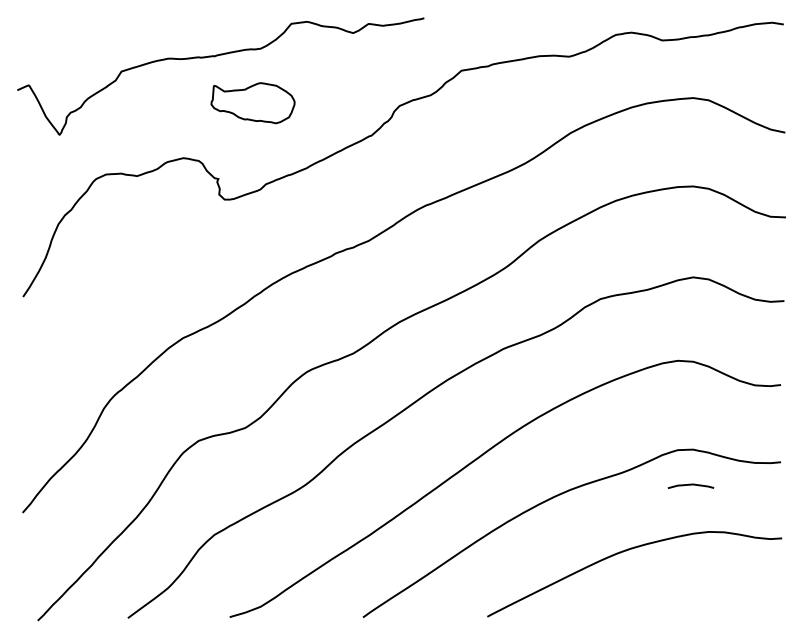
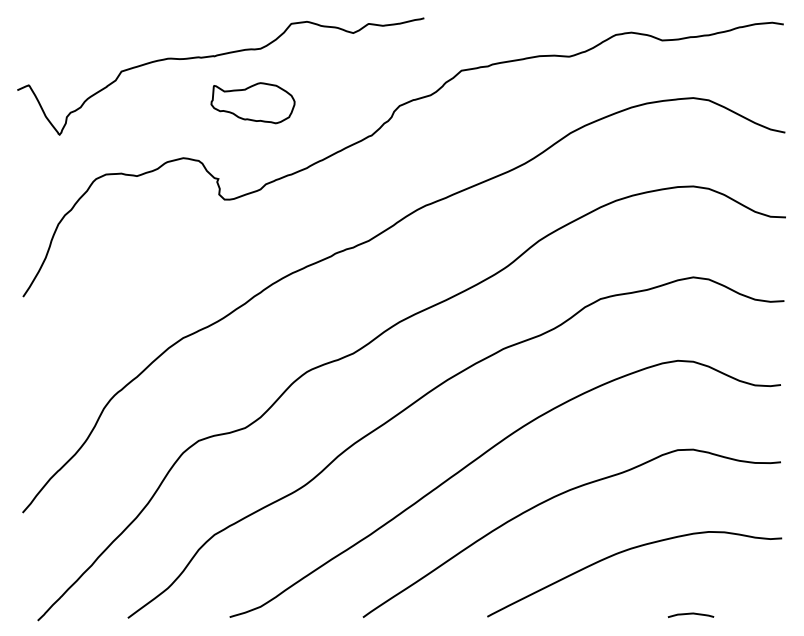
curve at (690, 485) position: (690, 485) -> (690, 614)
